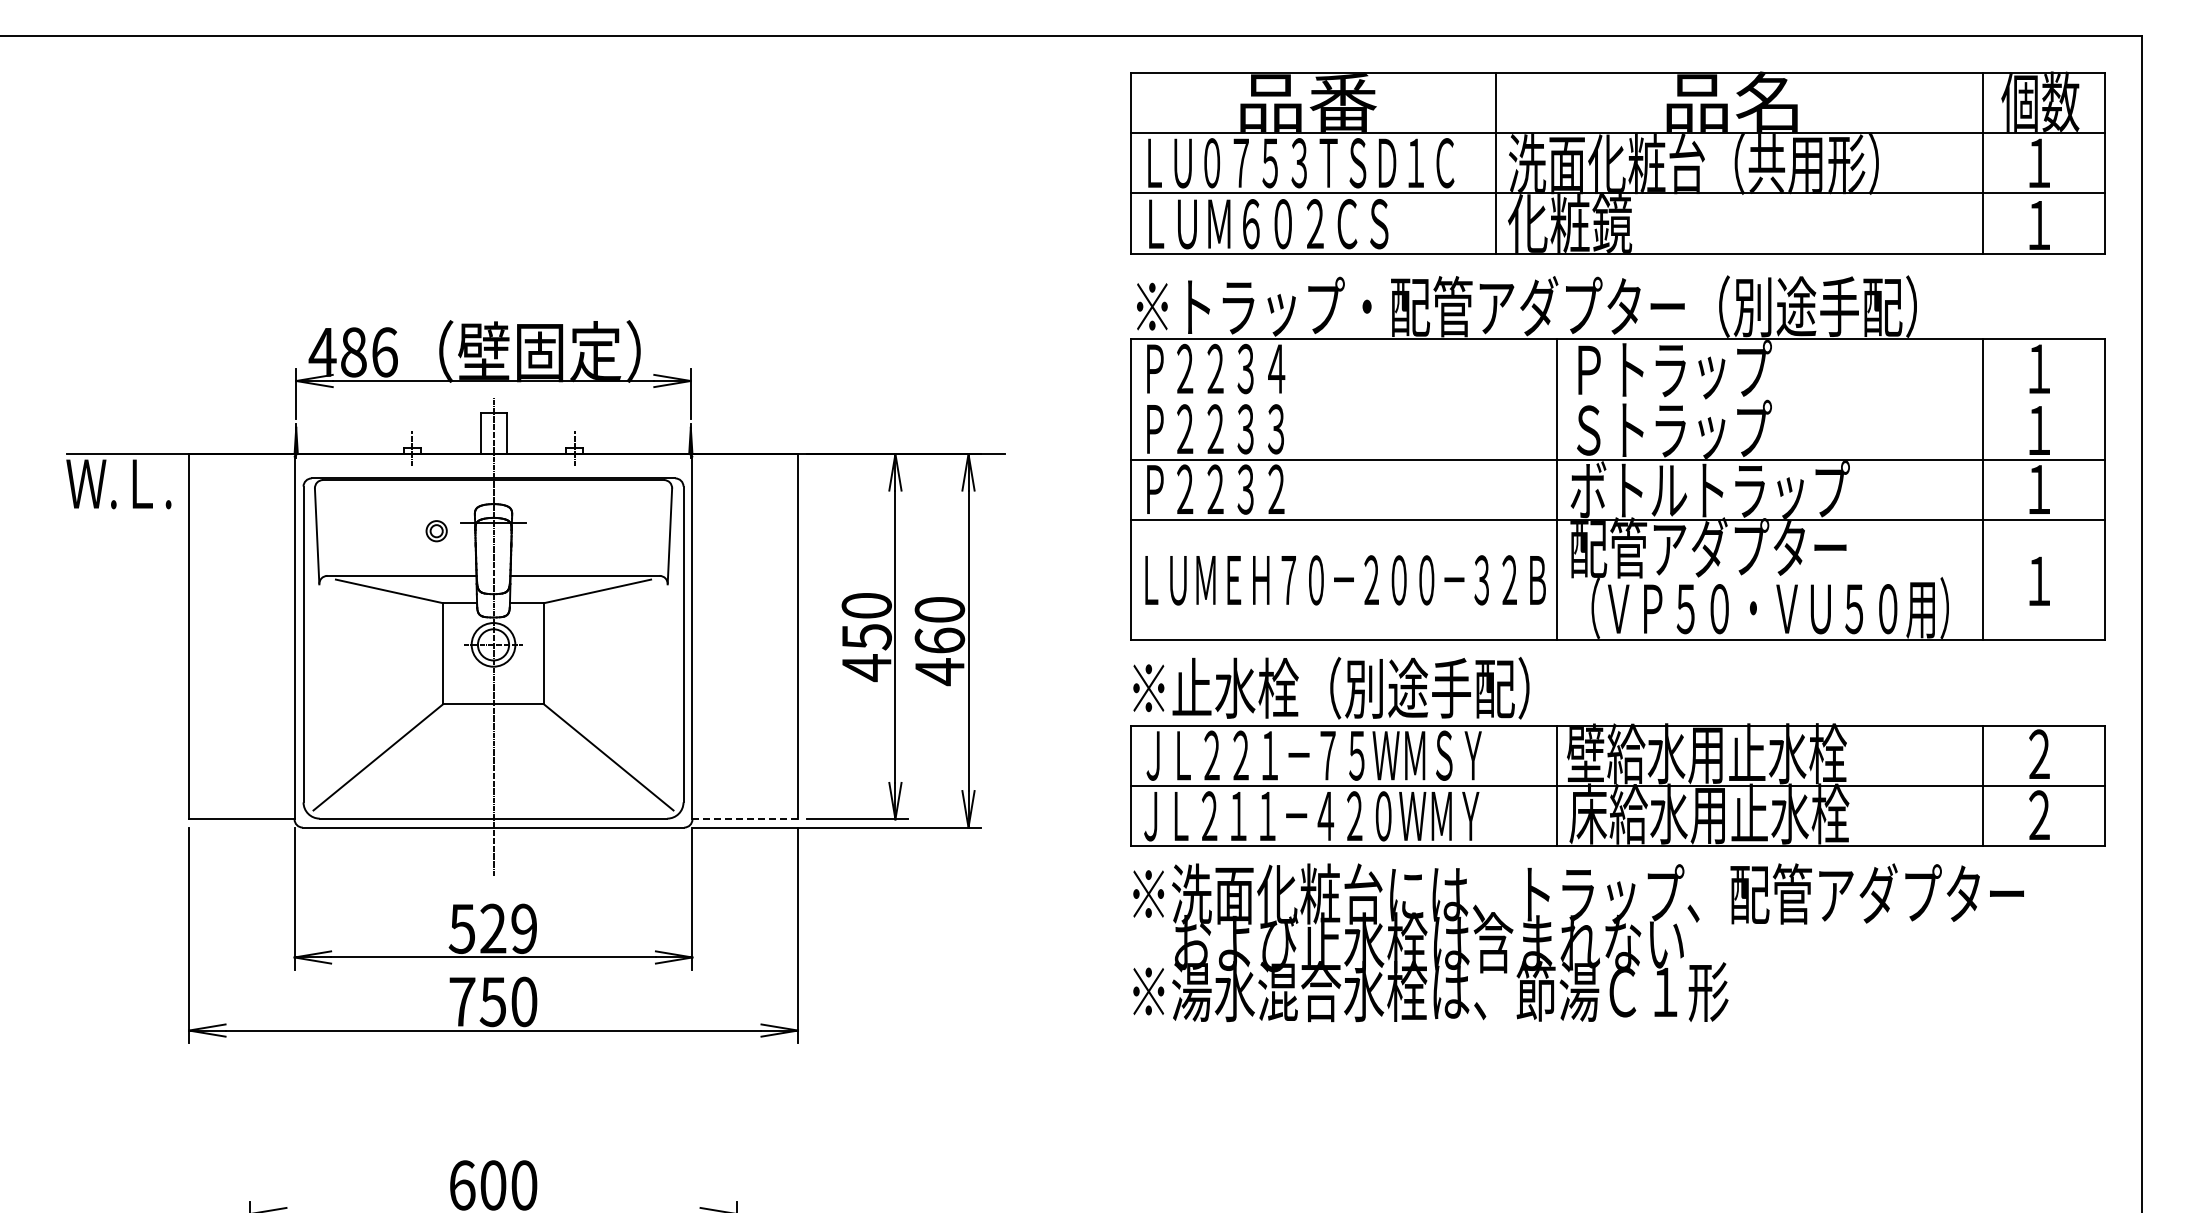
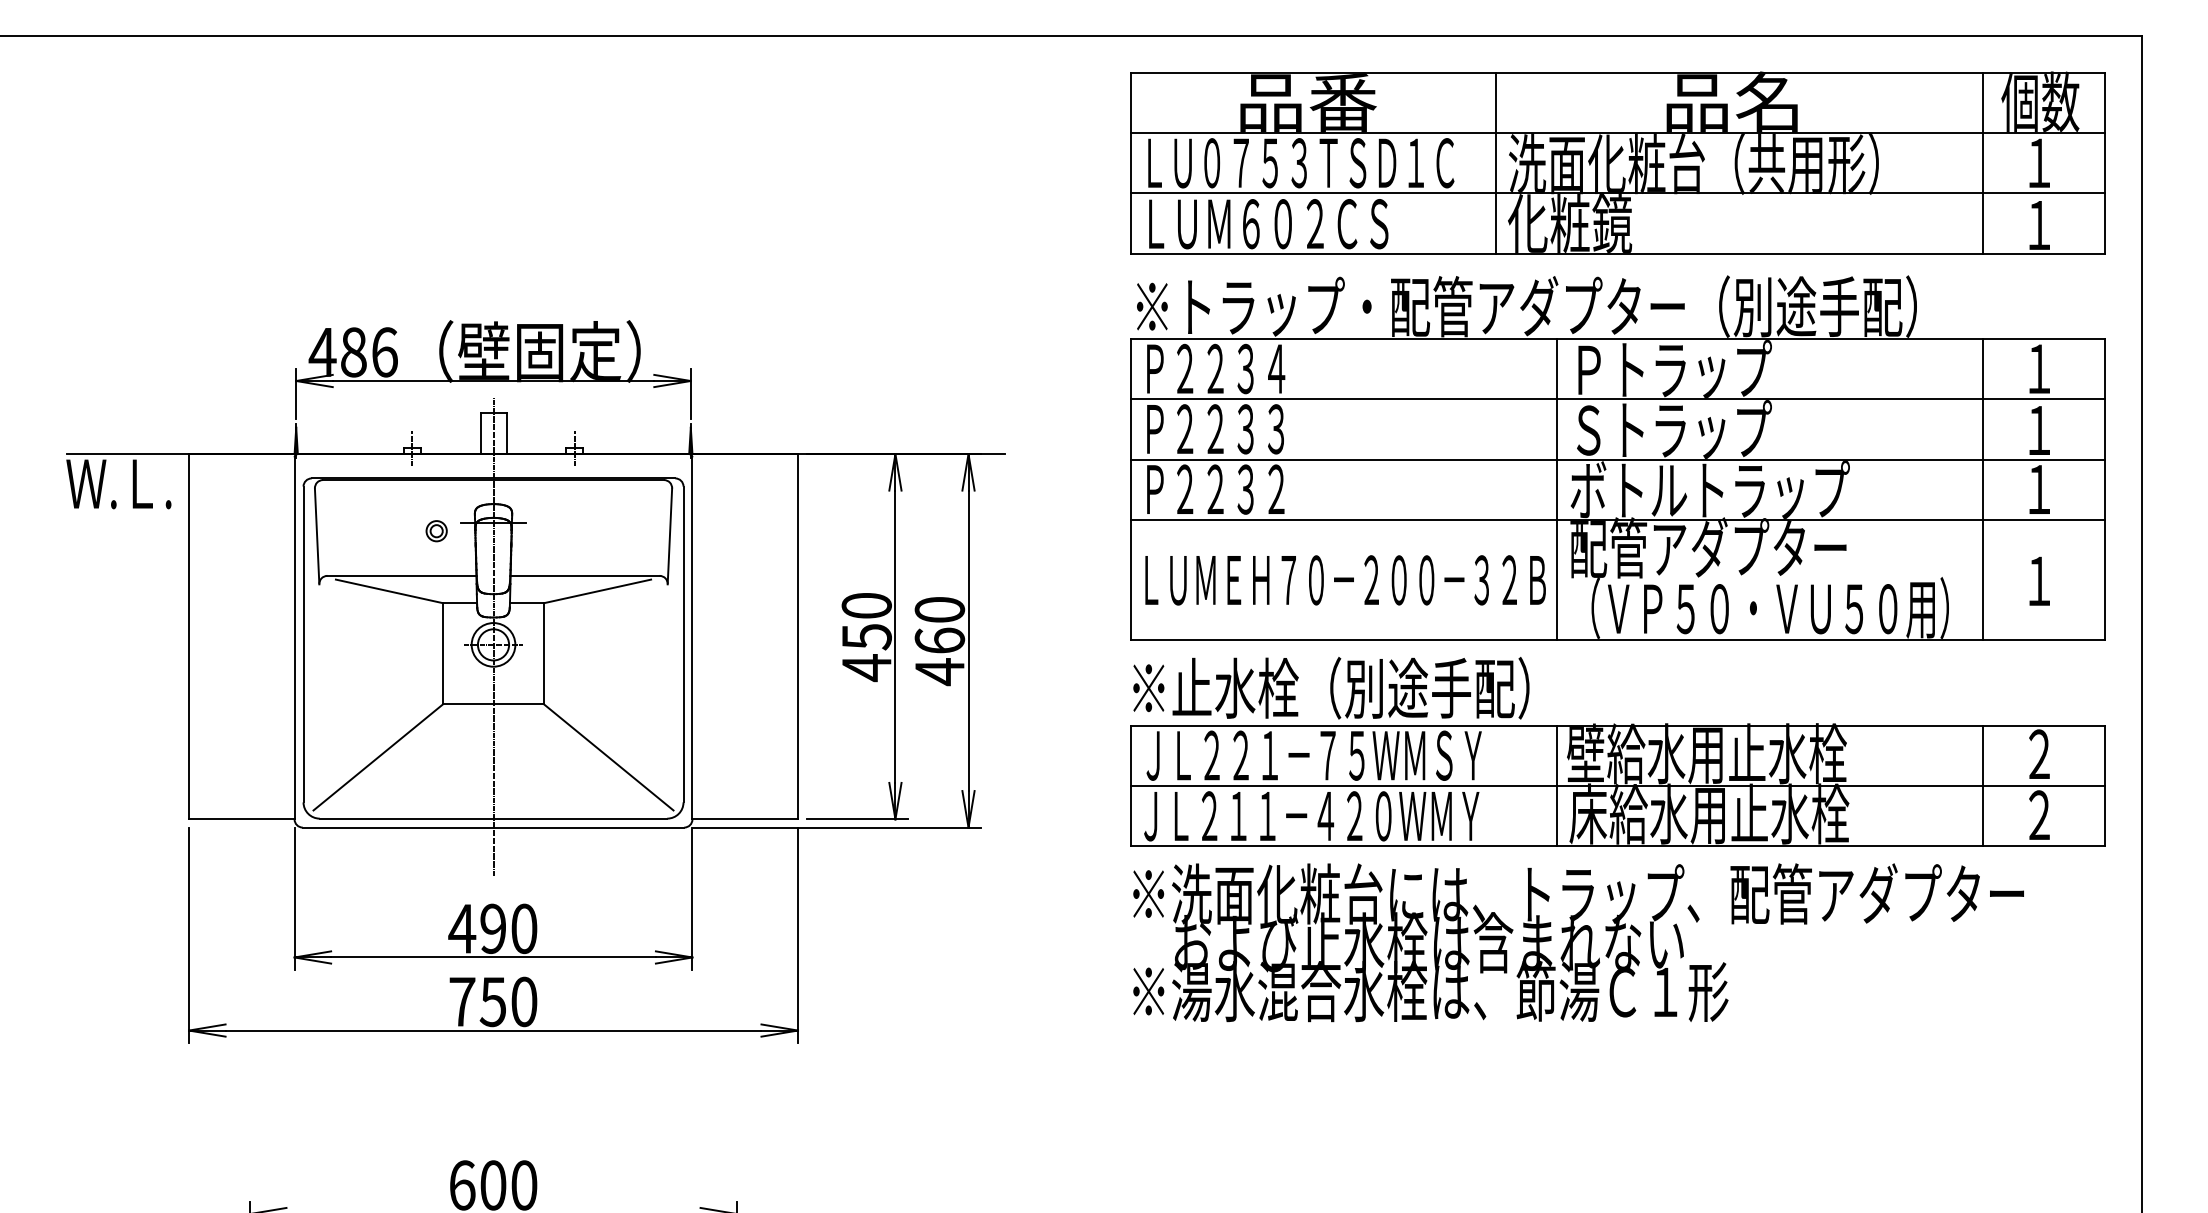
line at (1617, 399): none -> present
line at (745, 819): dashed -> solid
text at (492, 928): 529 -> 490
